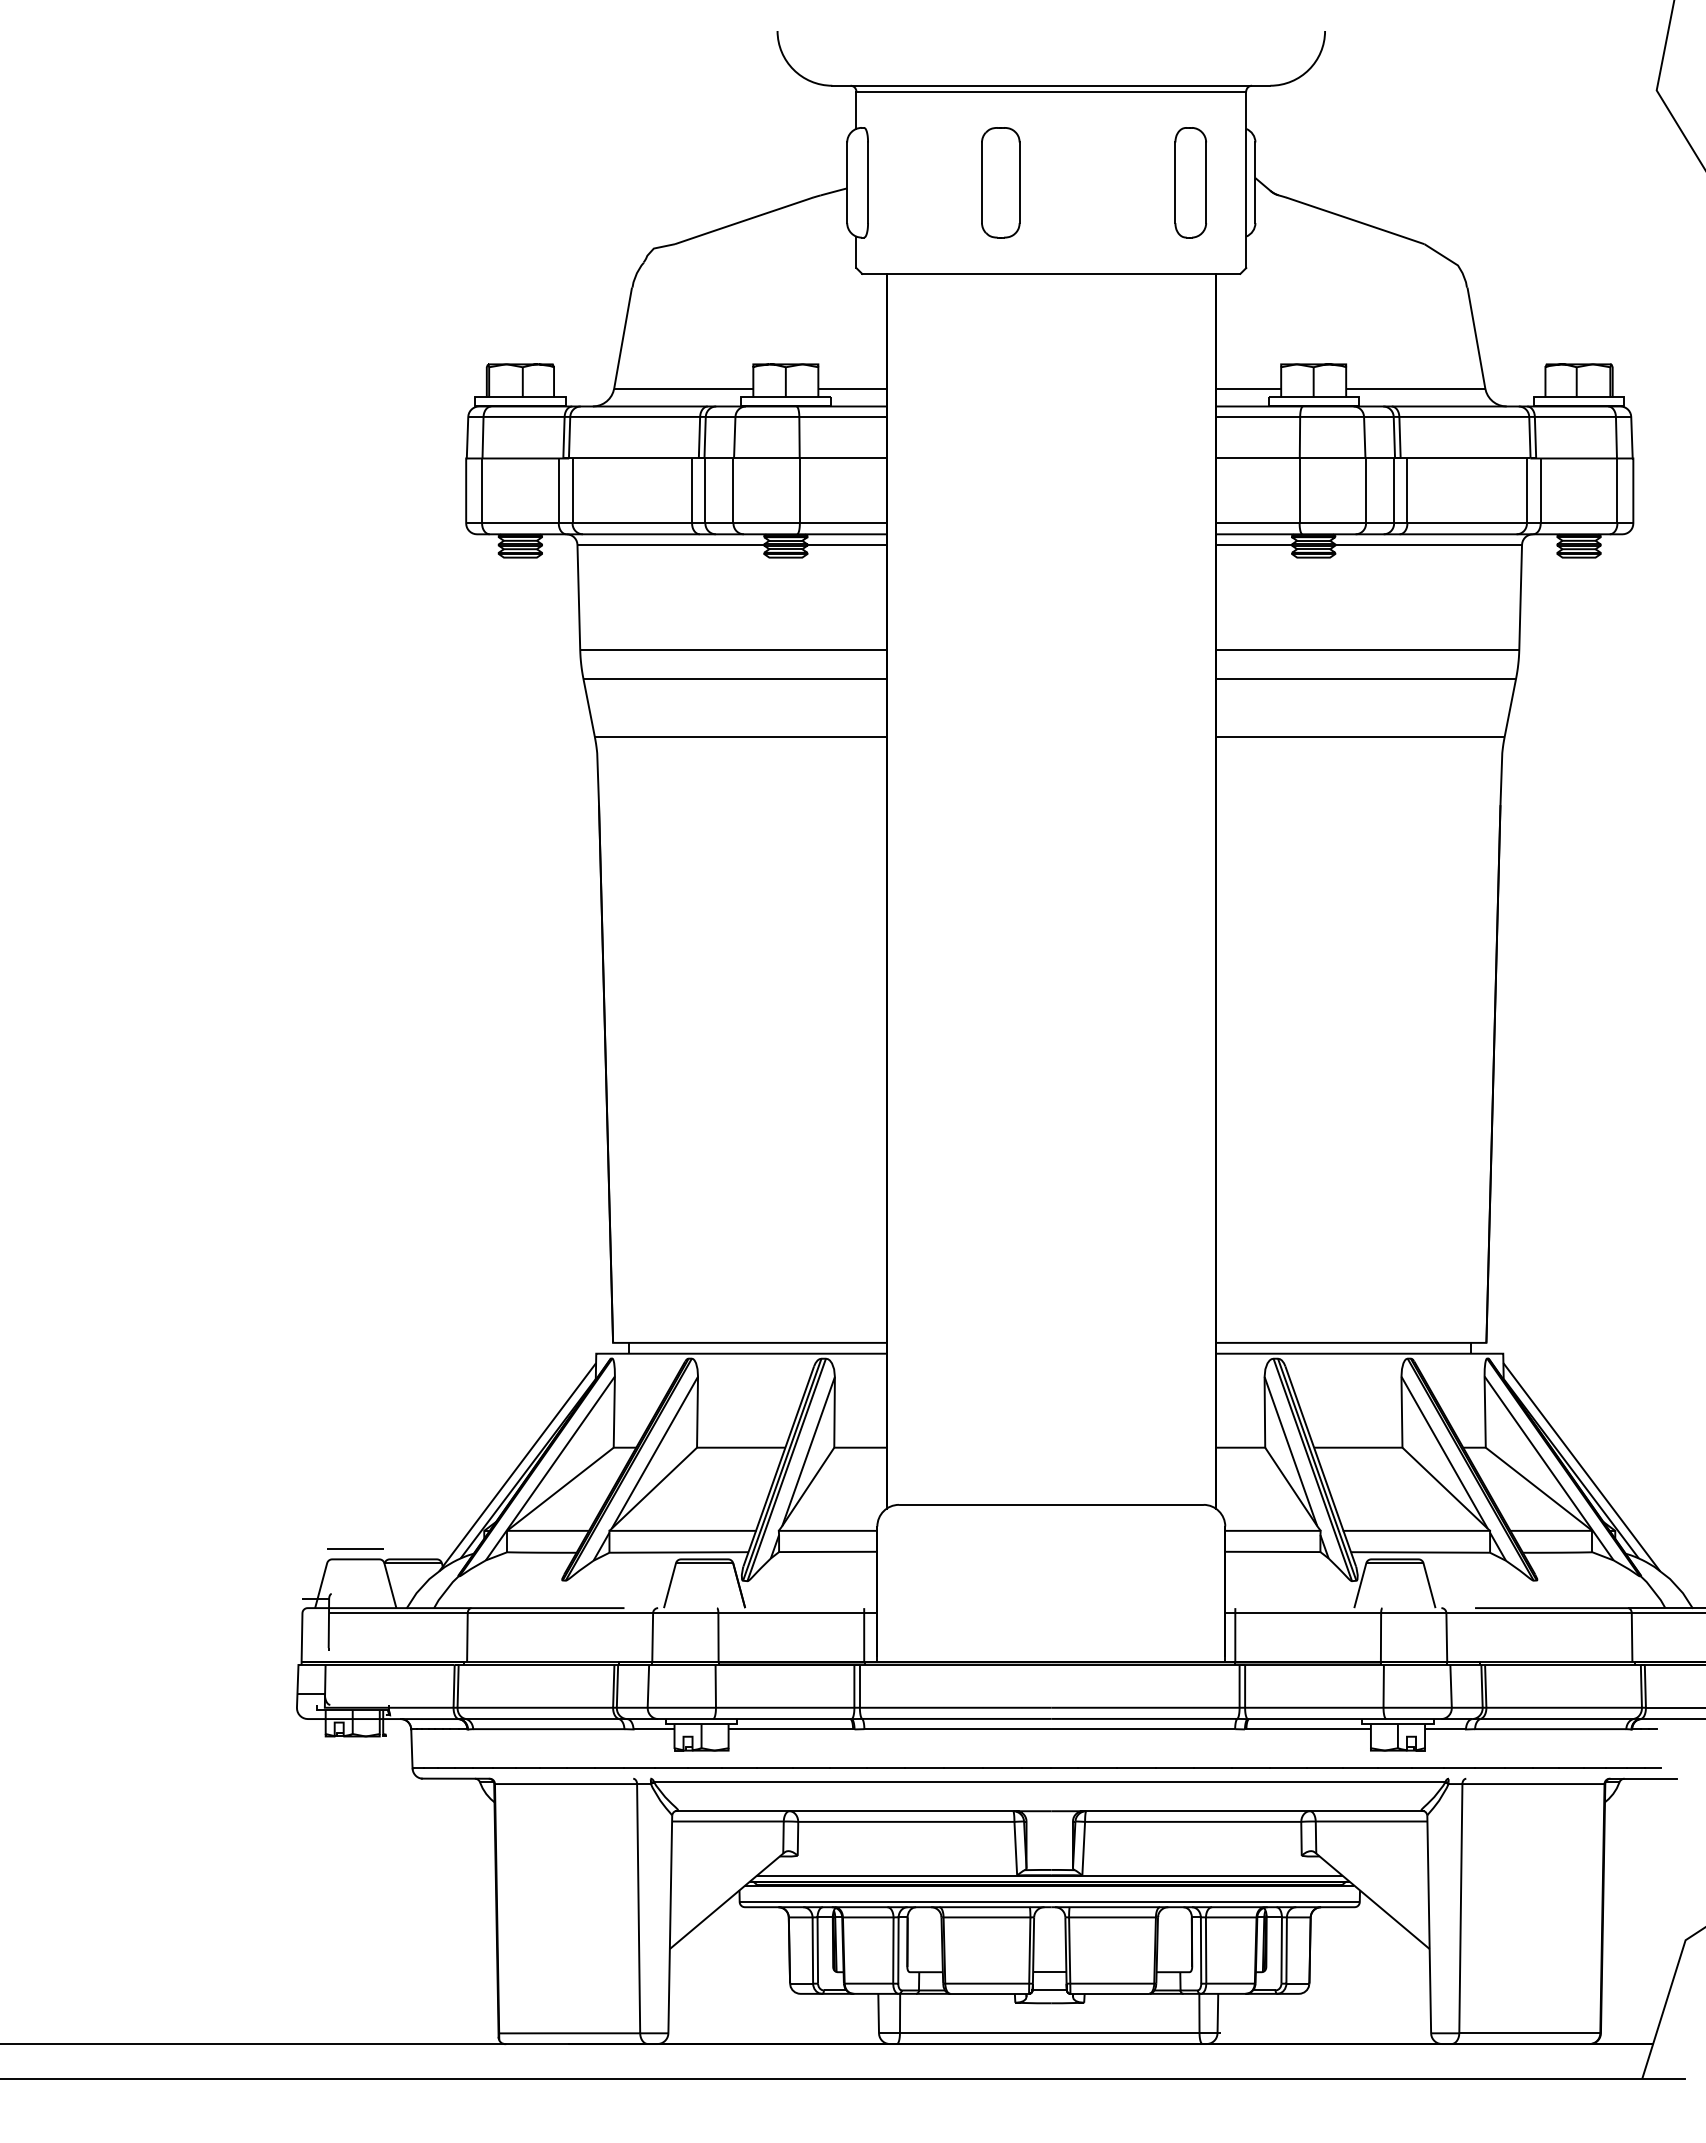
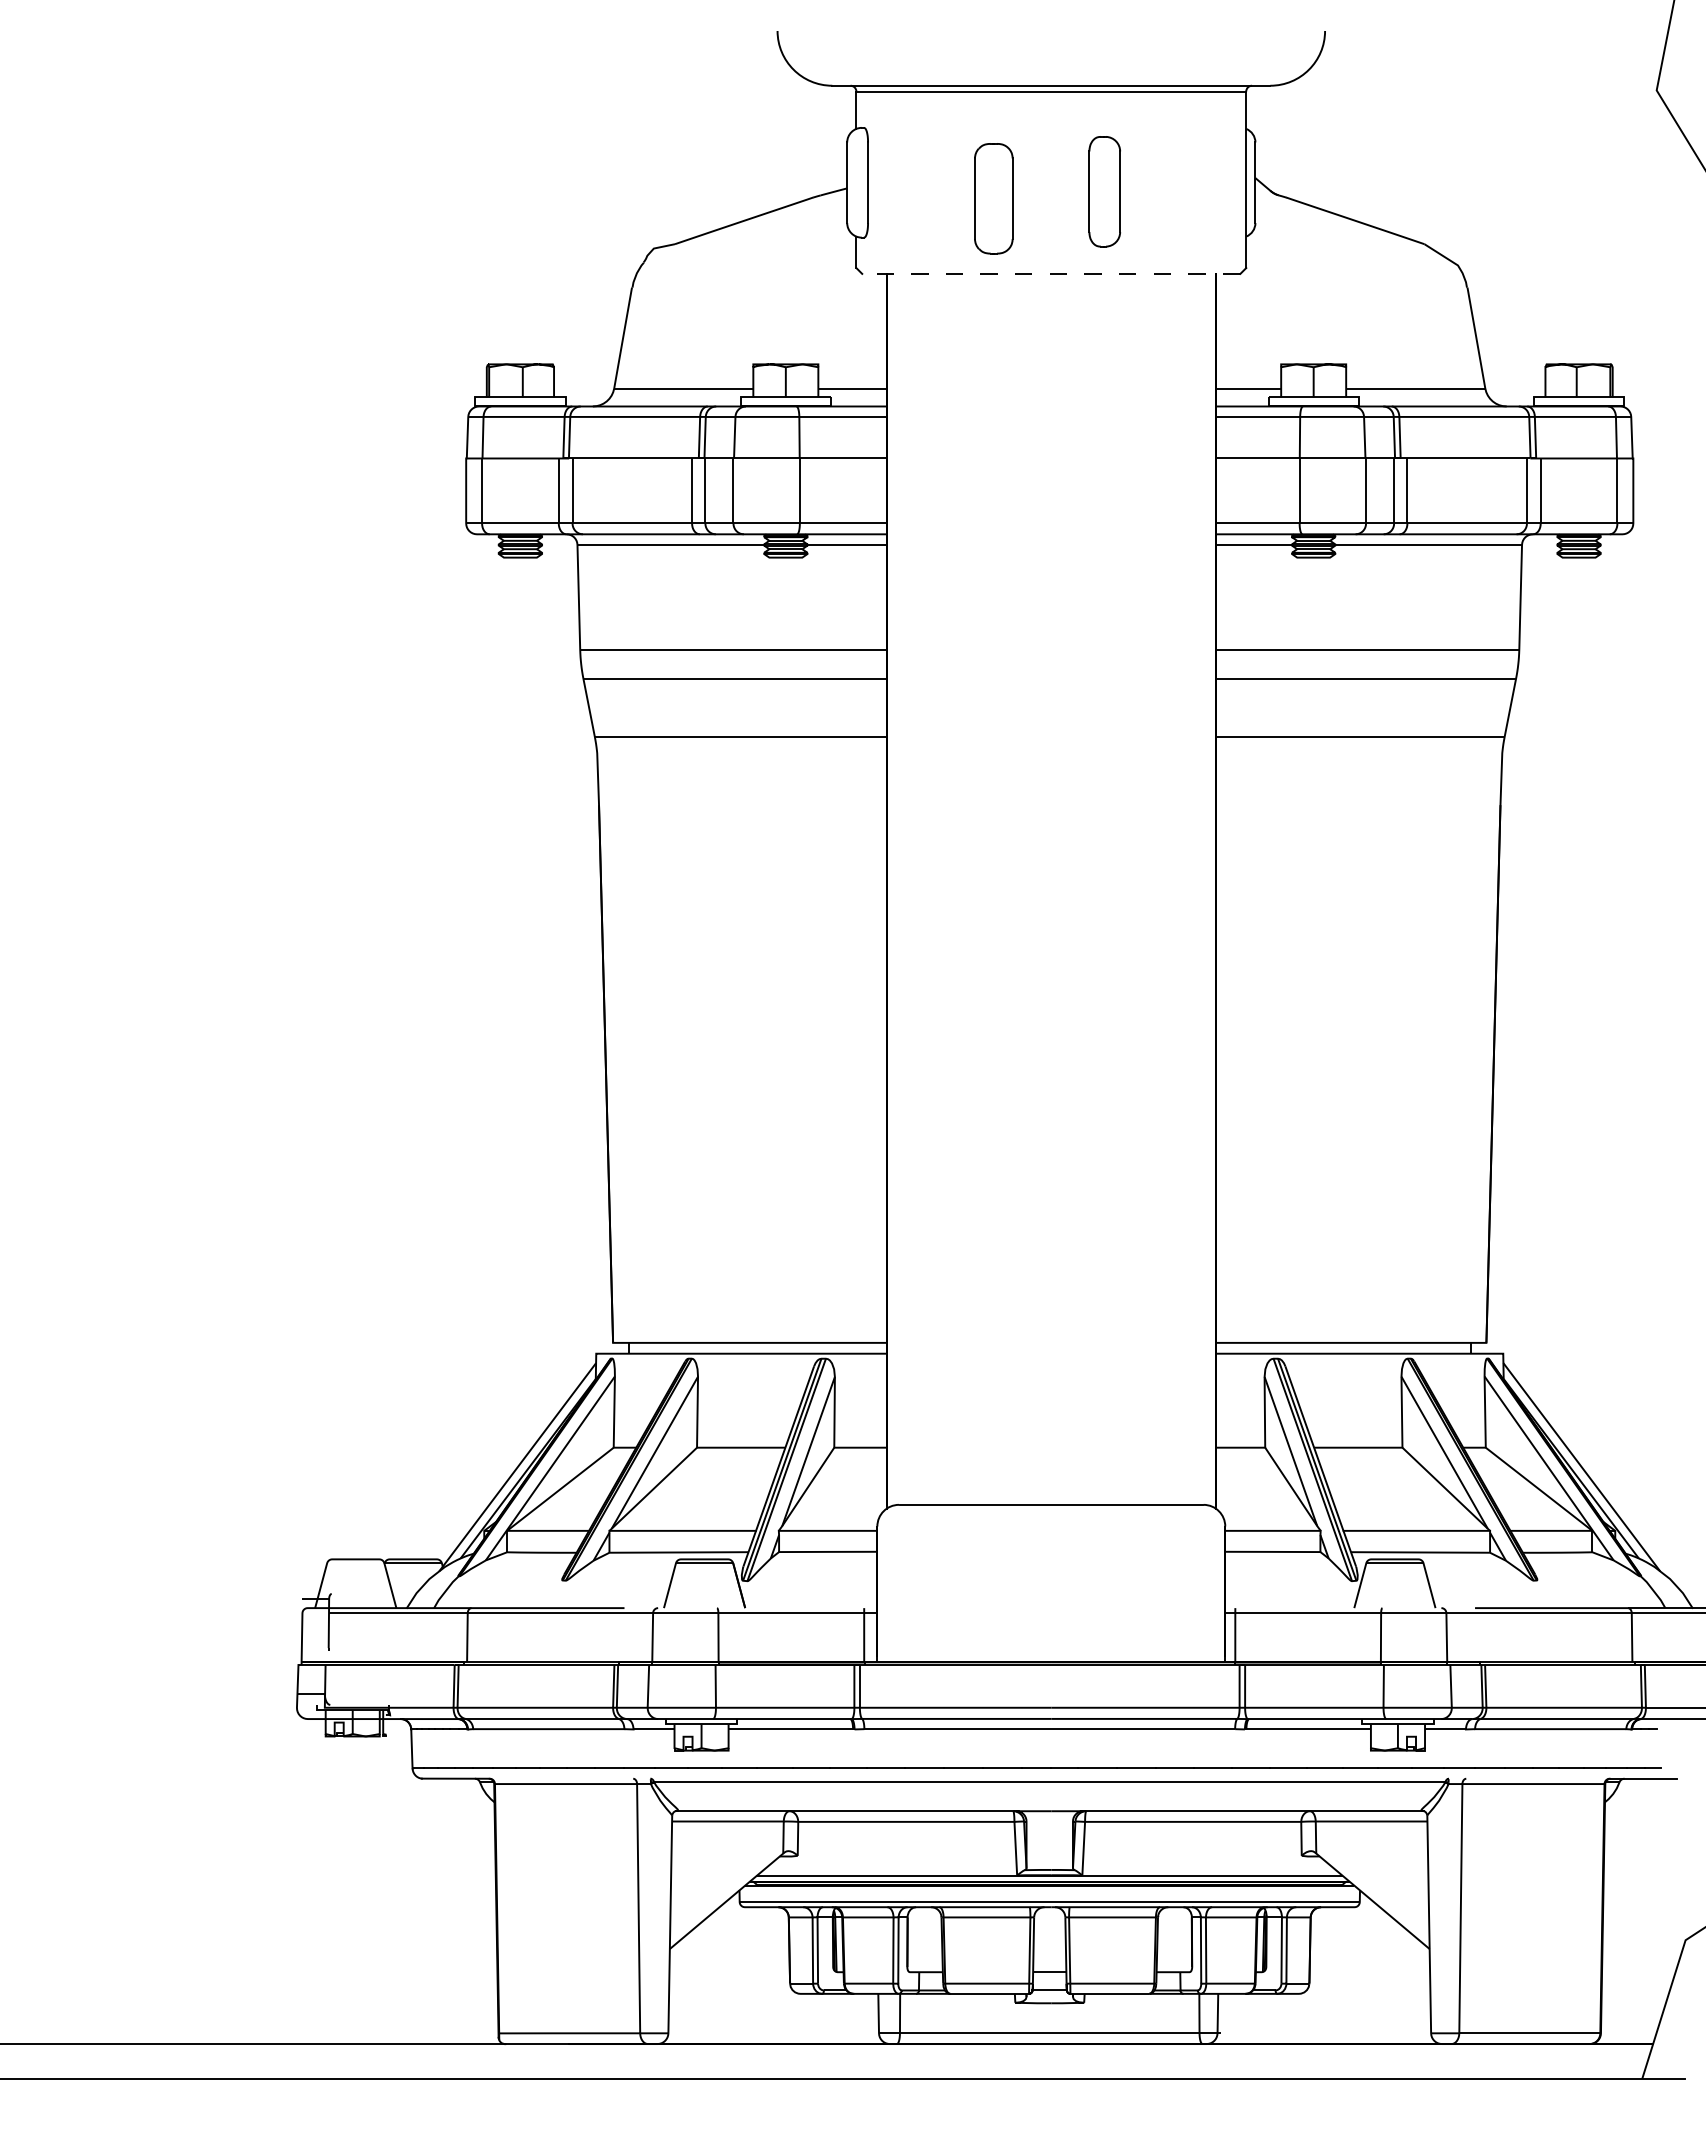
part at (1000, 182) position: (1000, 182) -> (993, 198)
part at (1190, 182) position: (1190, 182) -> (1104, 191)
line at (1050, 273): solid -> dashed
line at (355, 1548): present -> none
